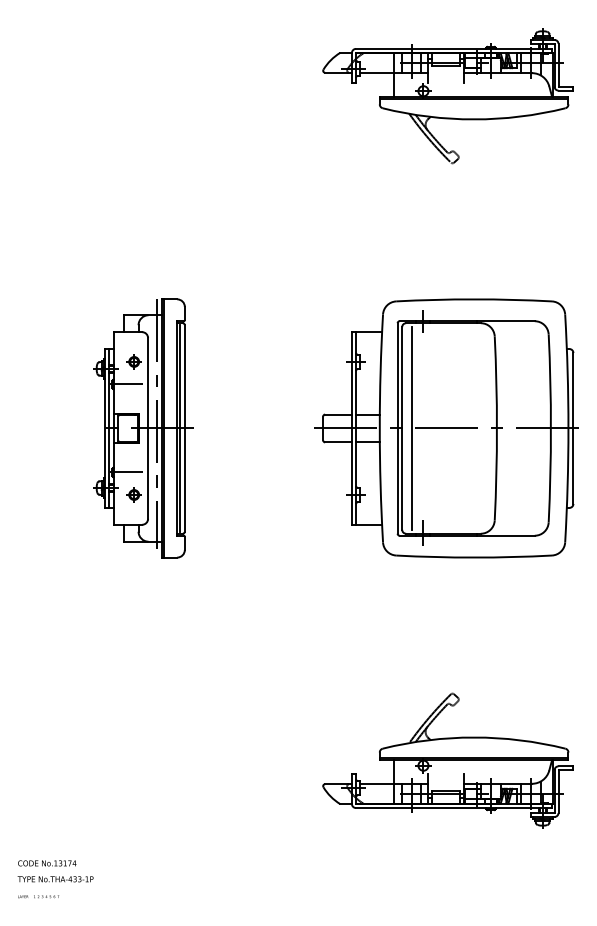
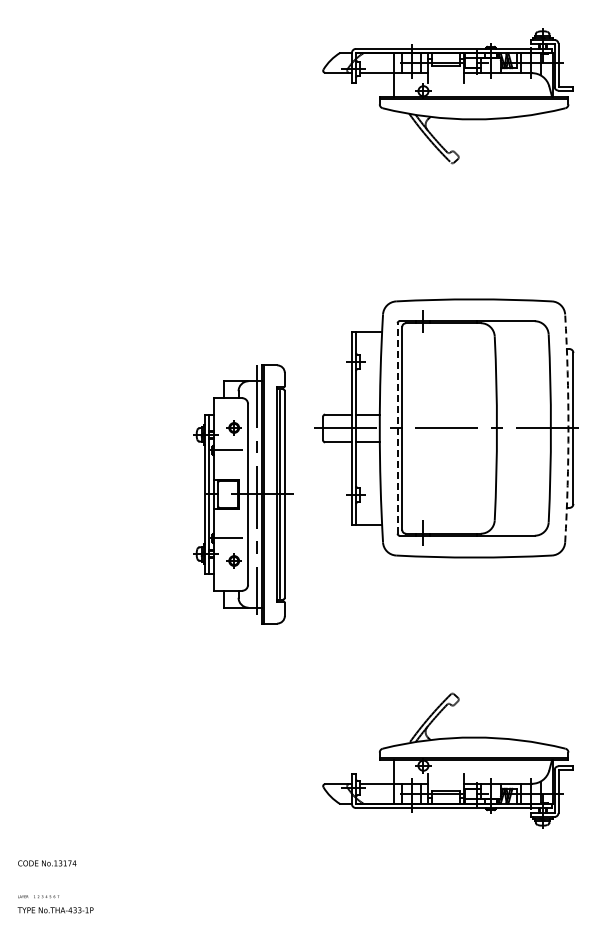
line at (397, 427): solid -> dashed
part at (143, 428) position: (143, 428) -> (243, 494)
line at (412, 428): present -> none
arc at (568, 428): solid -> dashed
text at (55, 879) position: (55, 879) -> (55, 910)
